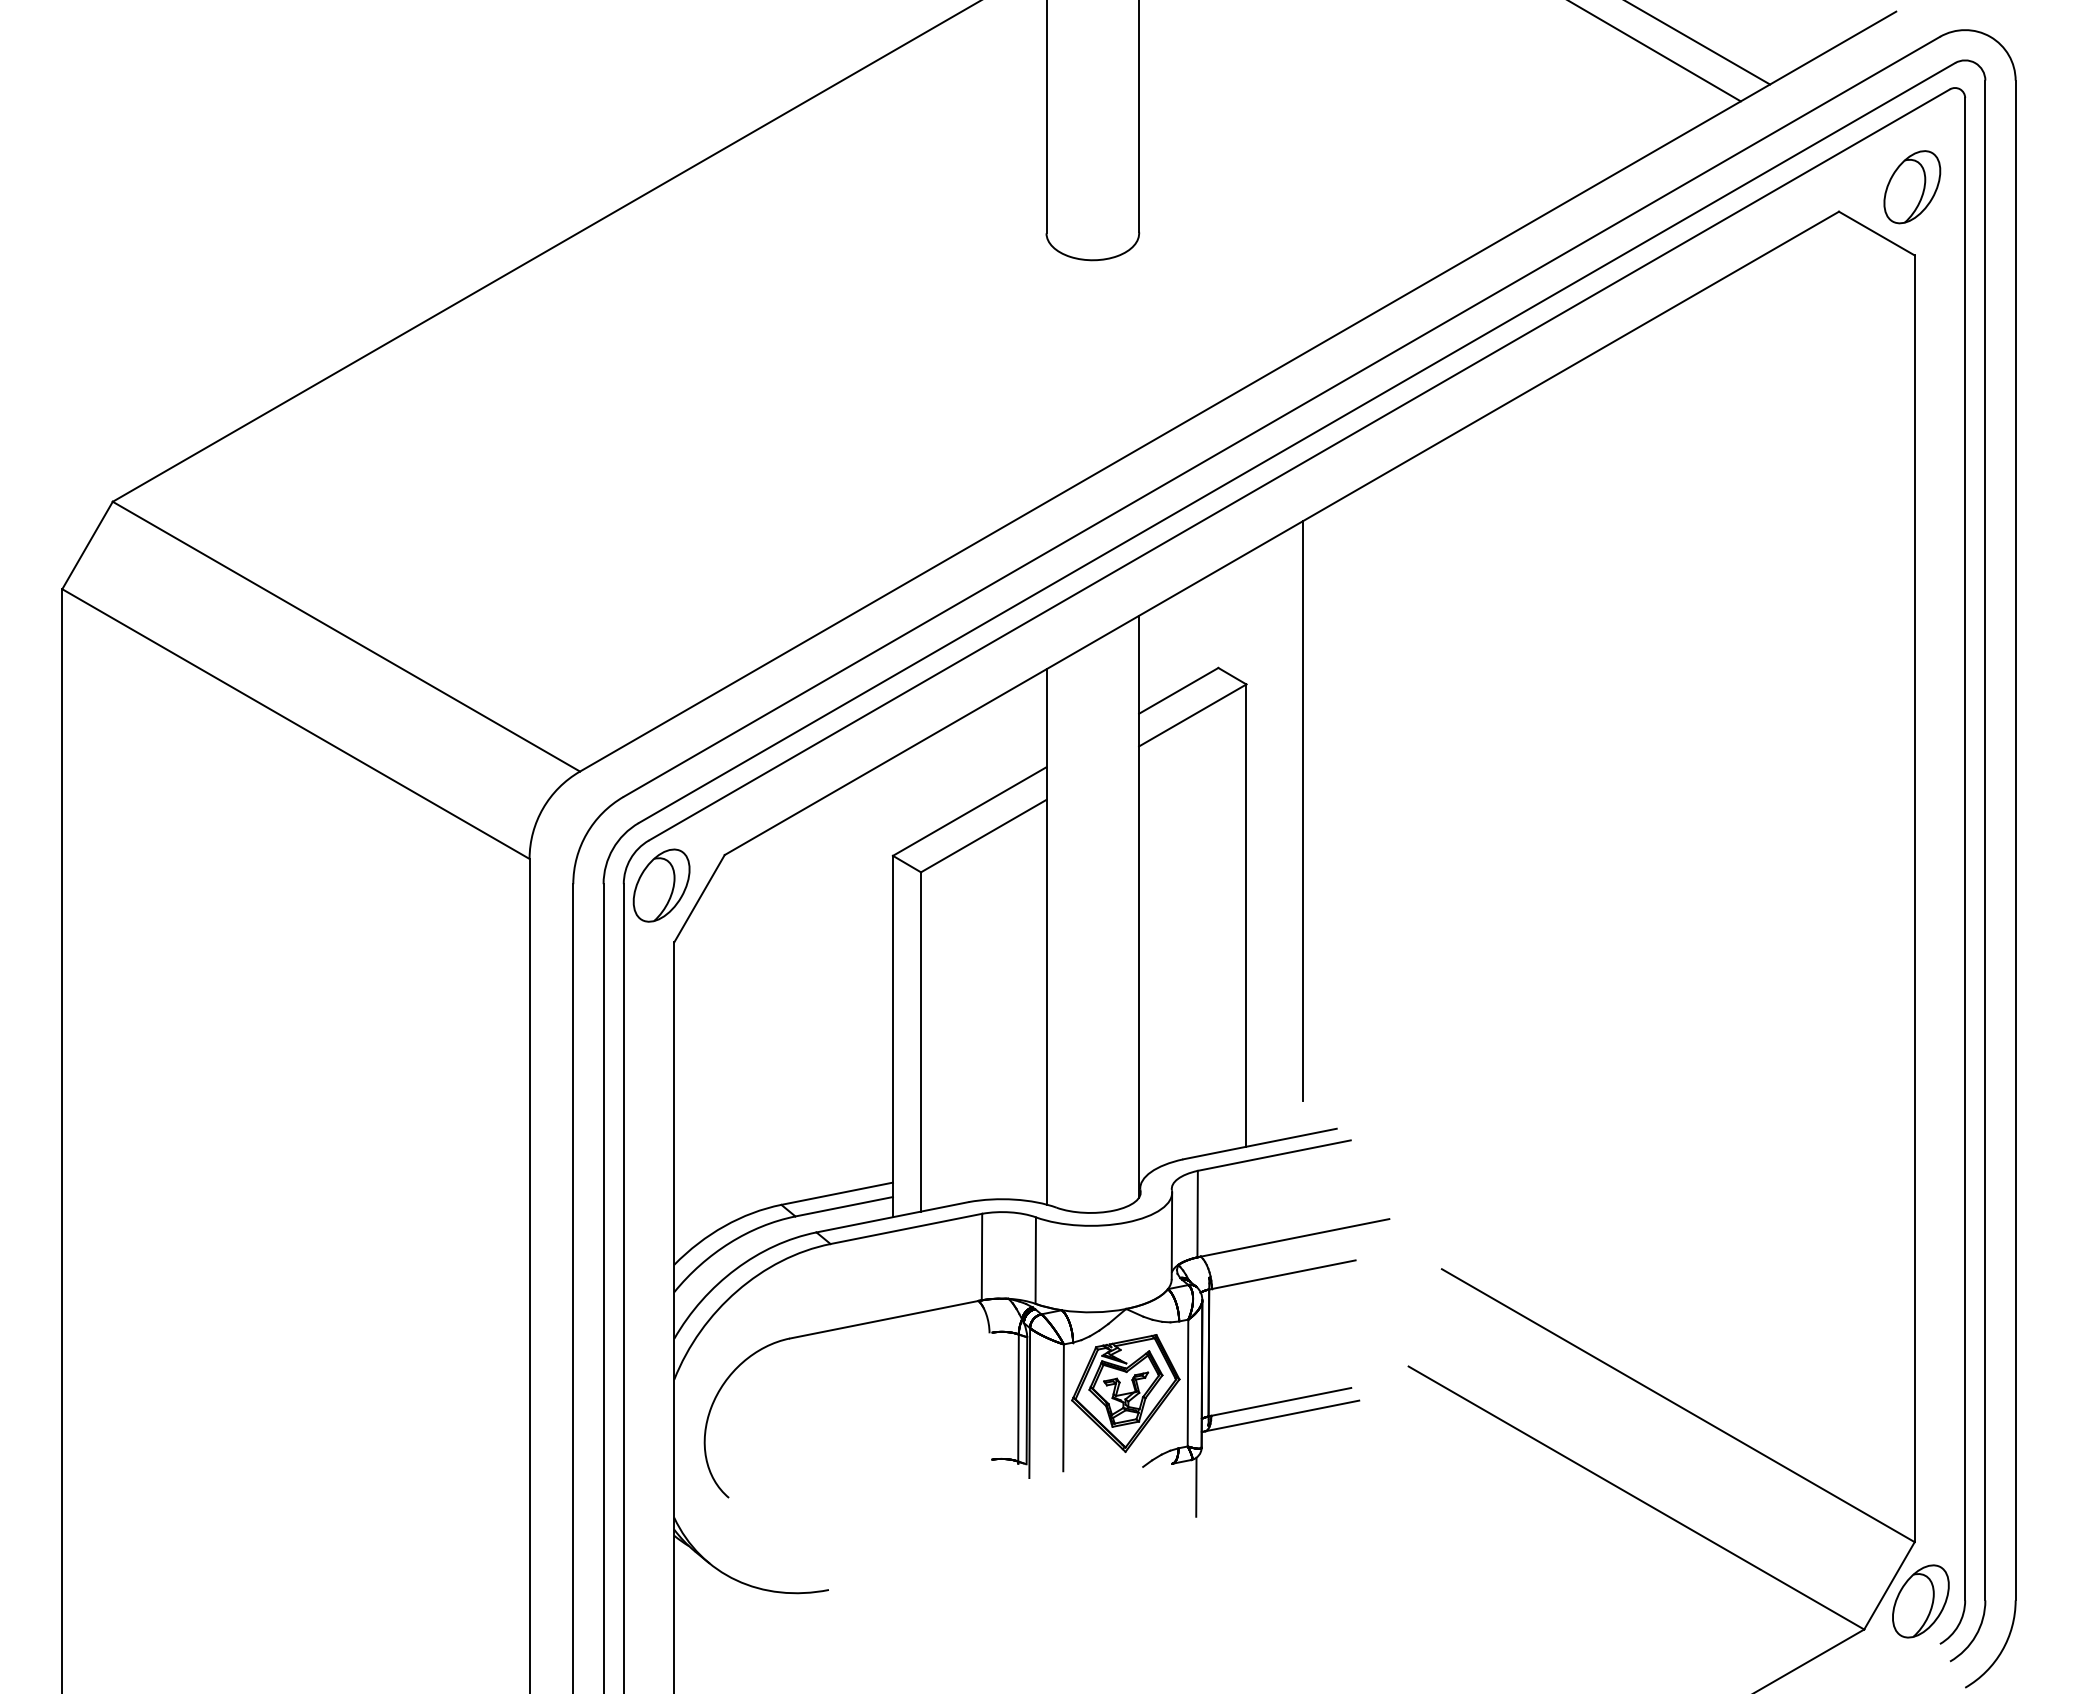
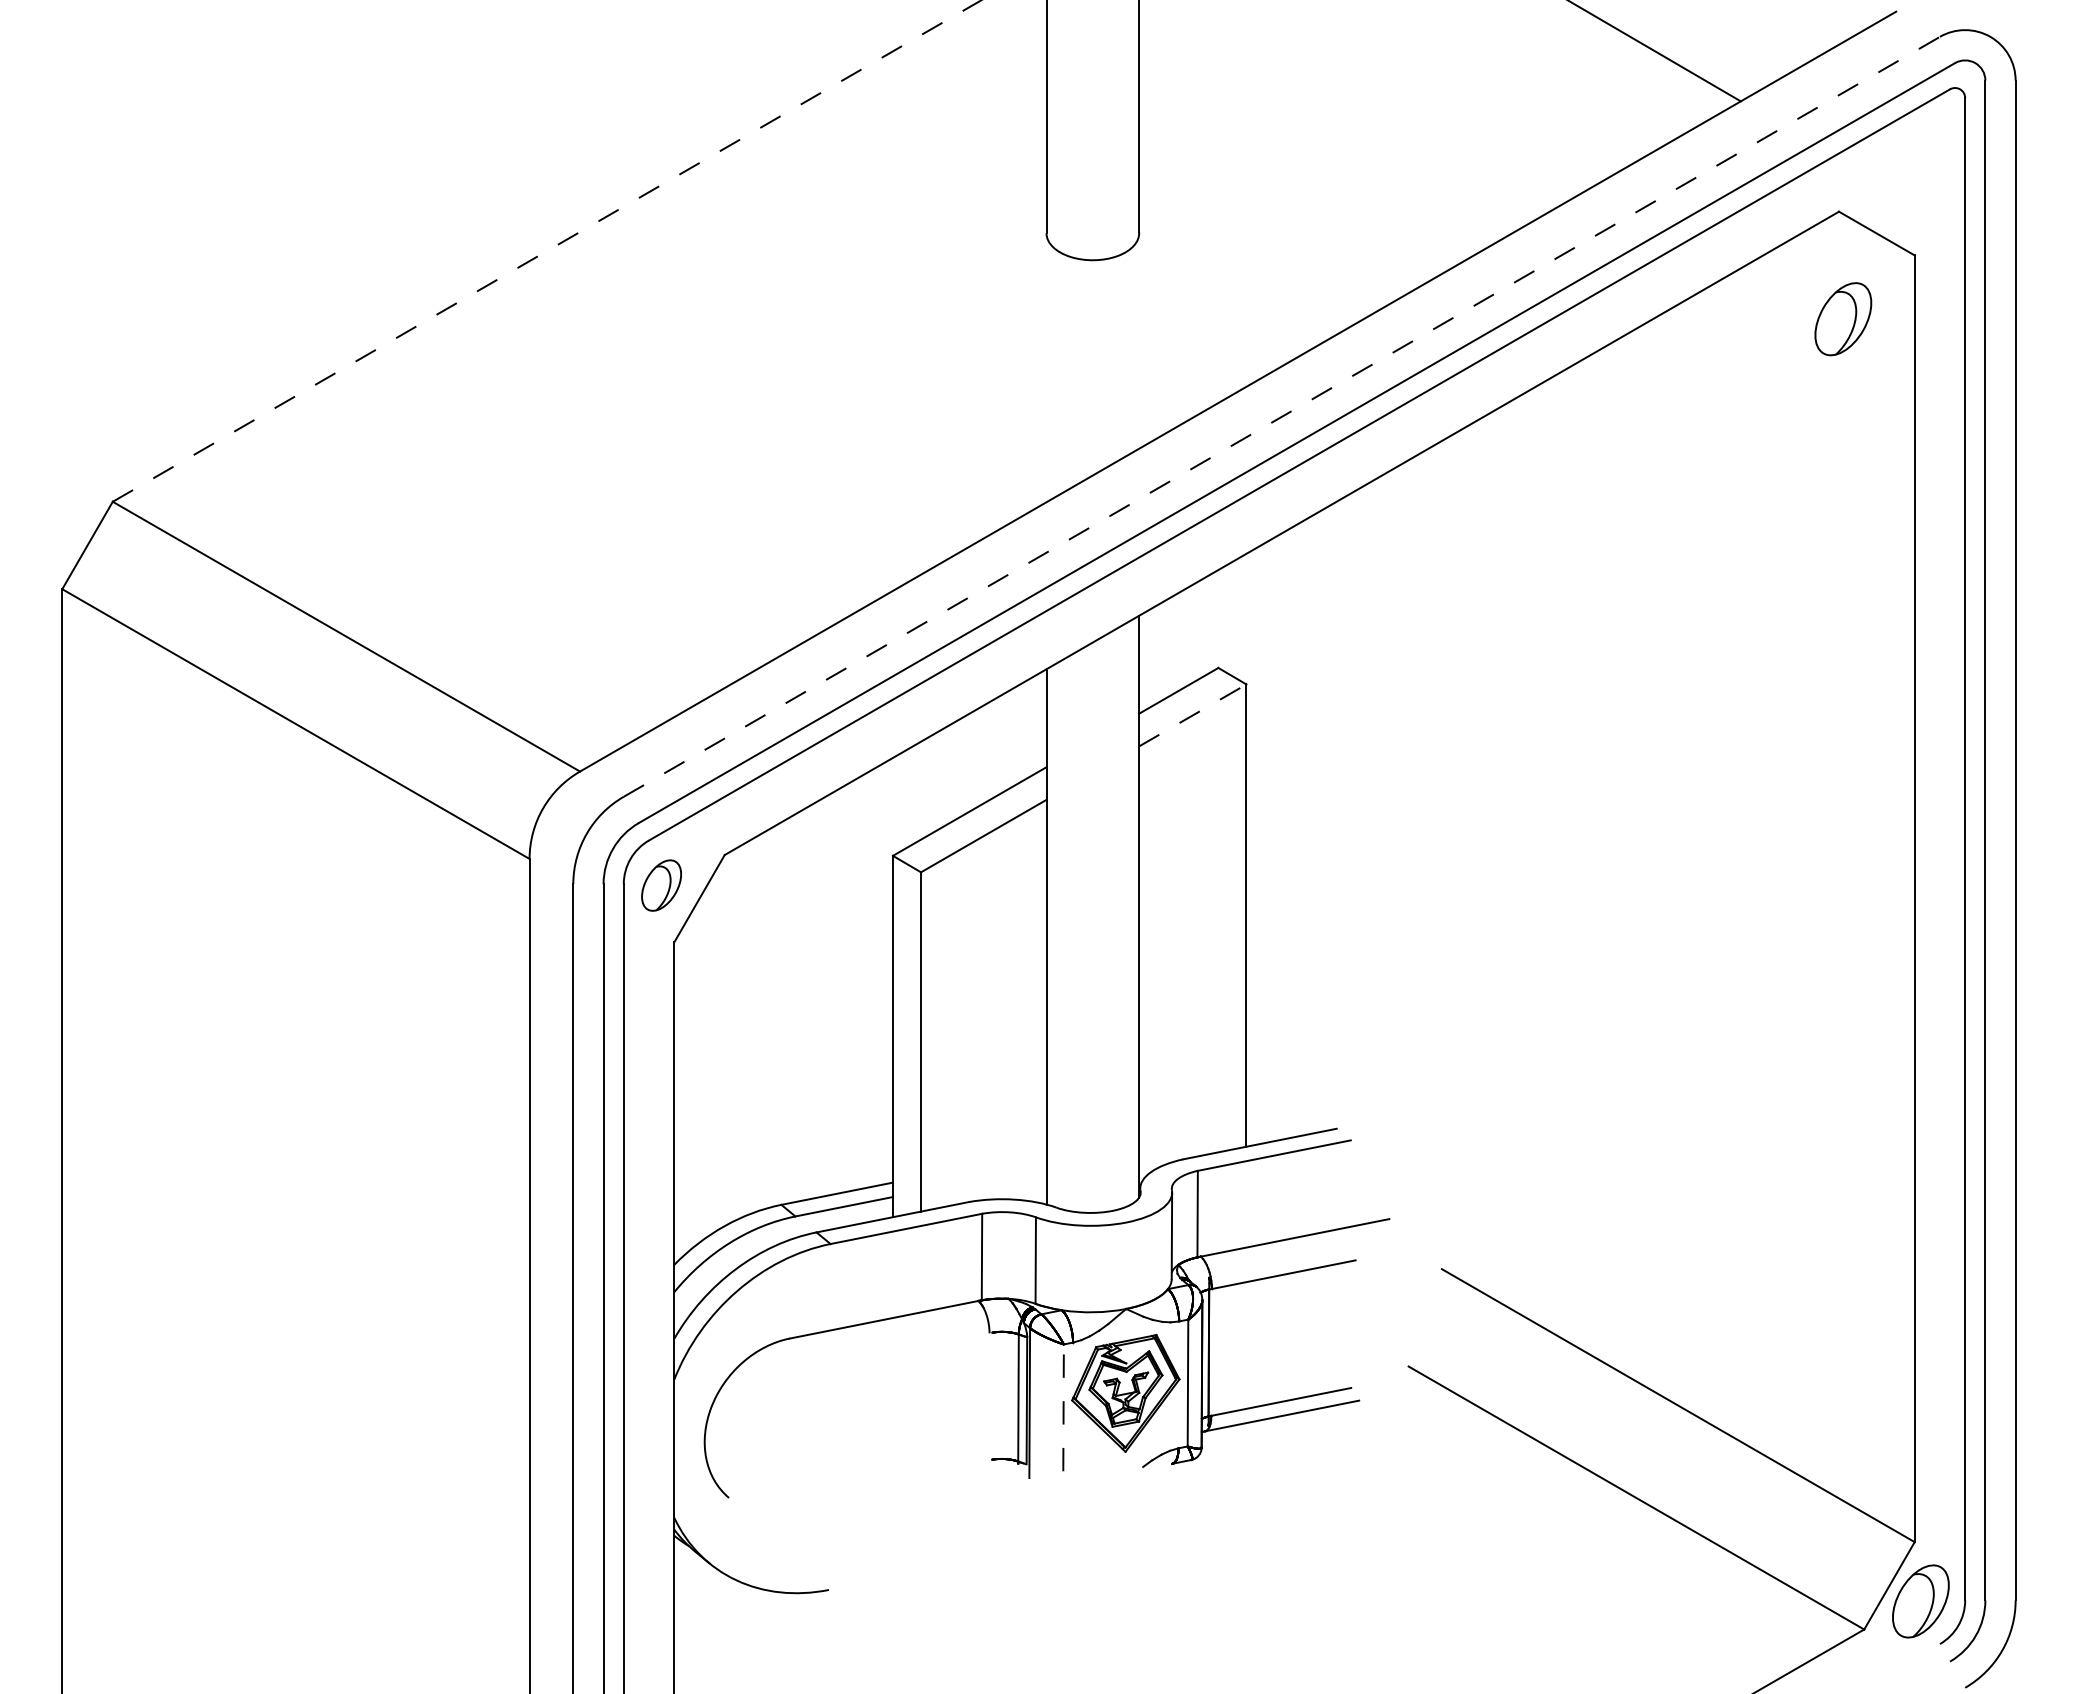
line at (1698, 43): present -> none
part at (1912, 187) position: (1912, 187) -> (1843, 319)
line at (547, 250): solid -> dashed
line at (1281, 416): solid -> dashed
line at (1192, 715): solid -> dashed
line at (1302, 810): present -> none
part at (661, 885) size: 59x75 px -> 41x53 px
line at (1063, 1407): solid -> dashed
line at (1196, 1486): present -> none
